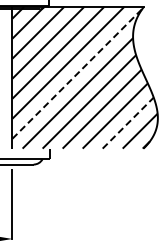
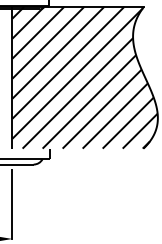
line at (78, 73): dashed -> solid
line at (128, 122): dashed -> solid
